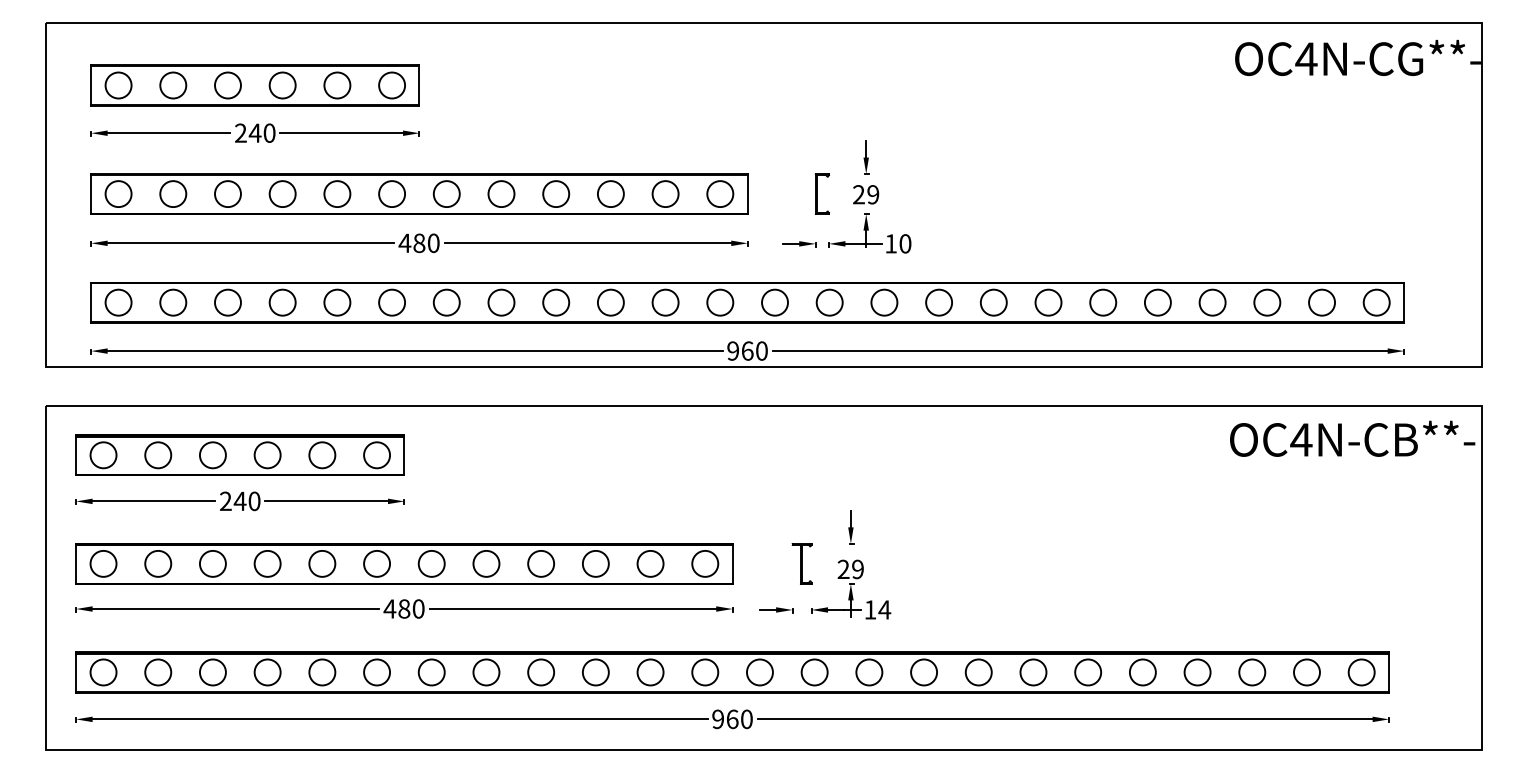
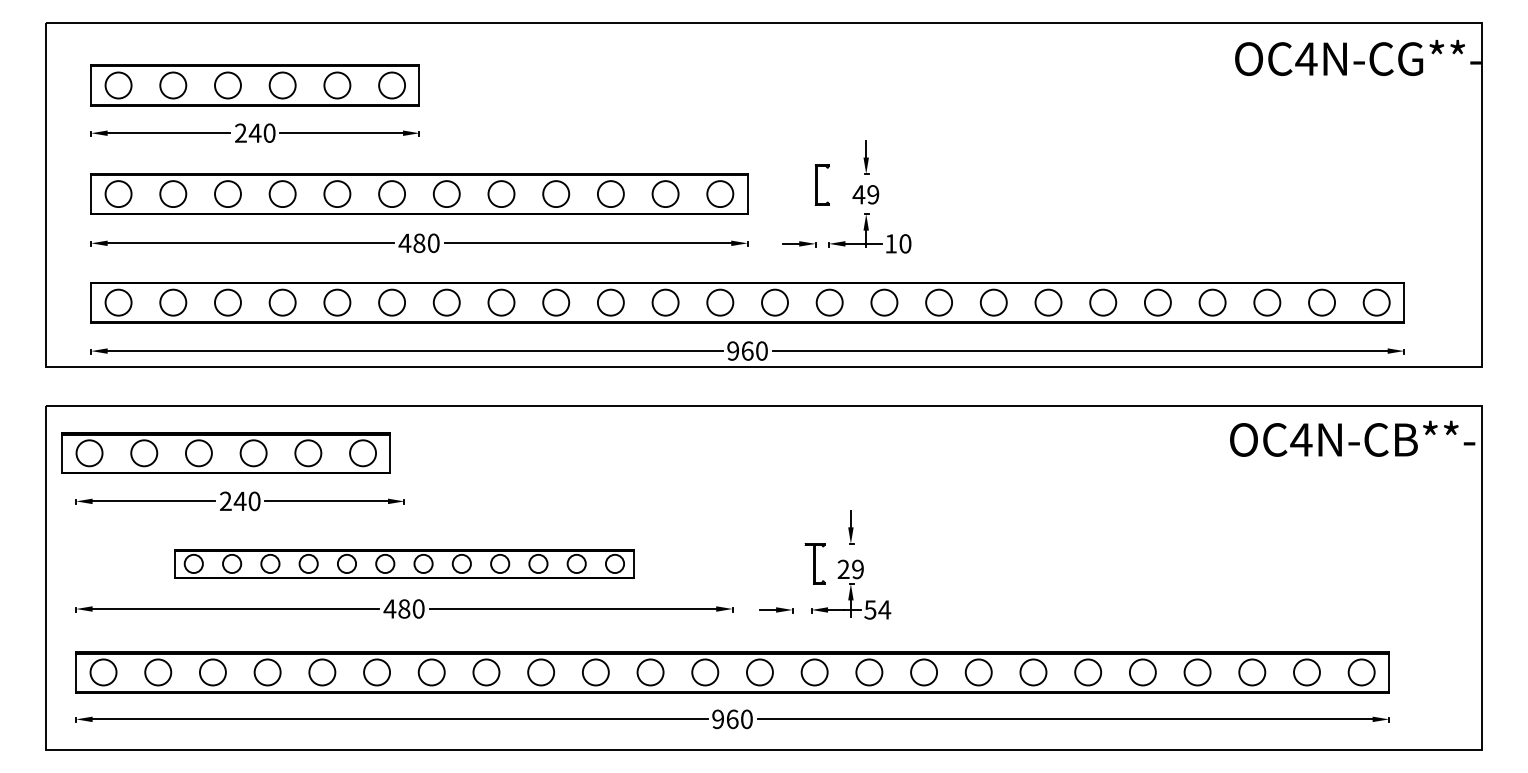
part at (821, 193) position: (821, 193) -> (821, 184)
text at (858, 194): 29 -> 49
part at (239, 454) position: (239, 454) -> (225, 452)
part at (404, 563) size: 659x42 px -> 461x30 px
part at (801, 563) position: (801, 563) -> (814, 563)
text at (870, 609): 14 -> 54
